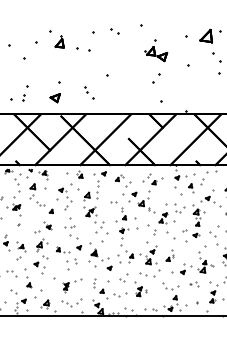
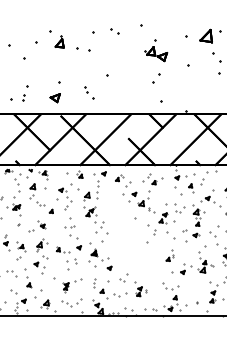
part at (43, 227) position: (43, 227) -> (37, 226)
part at (137, 229): present -> none
part at (194, 284): present -> none
